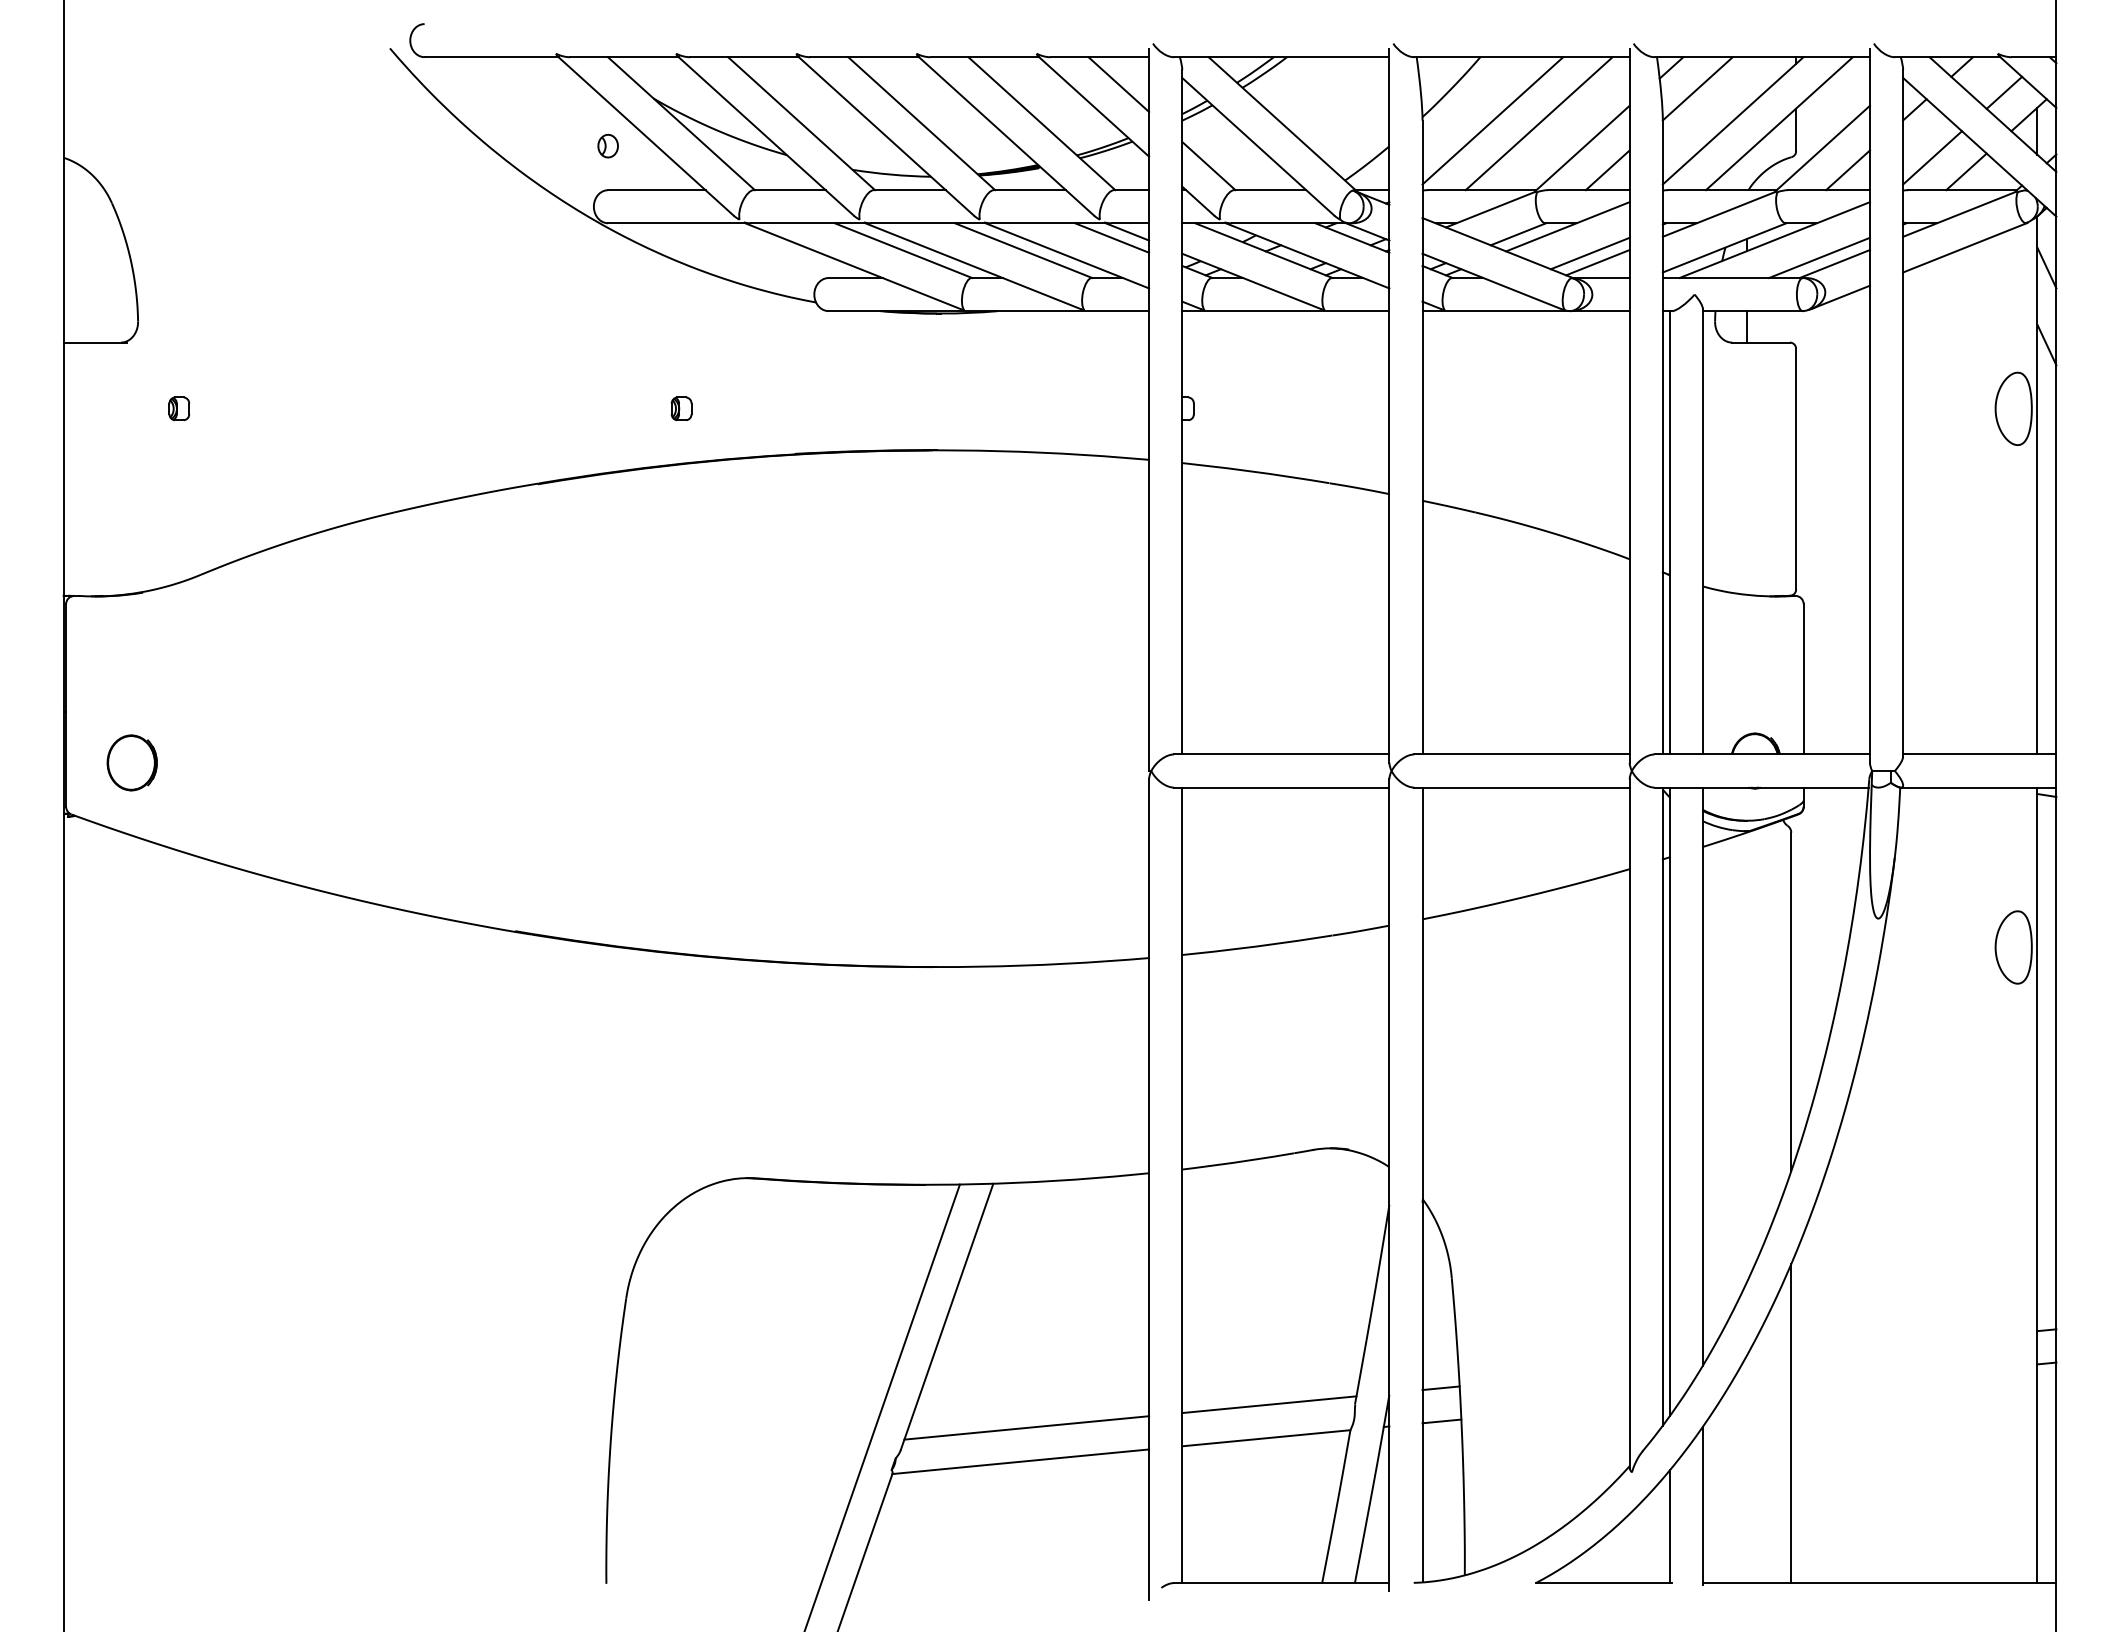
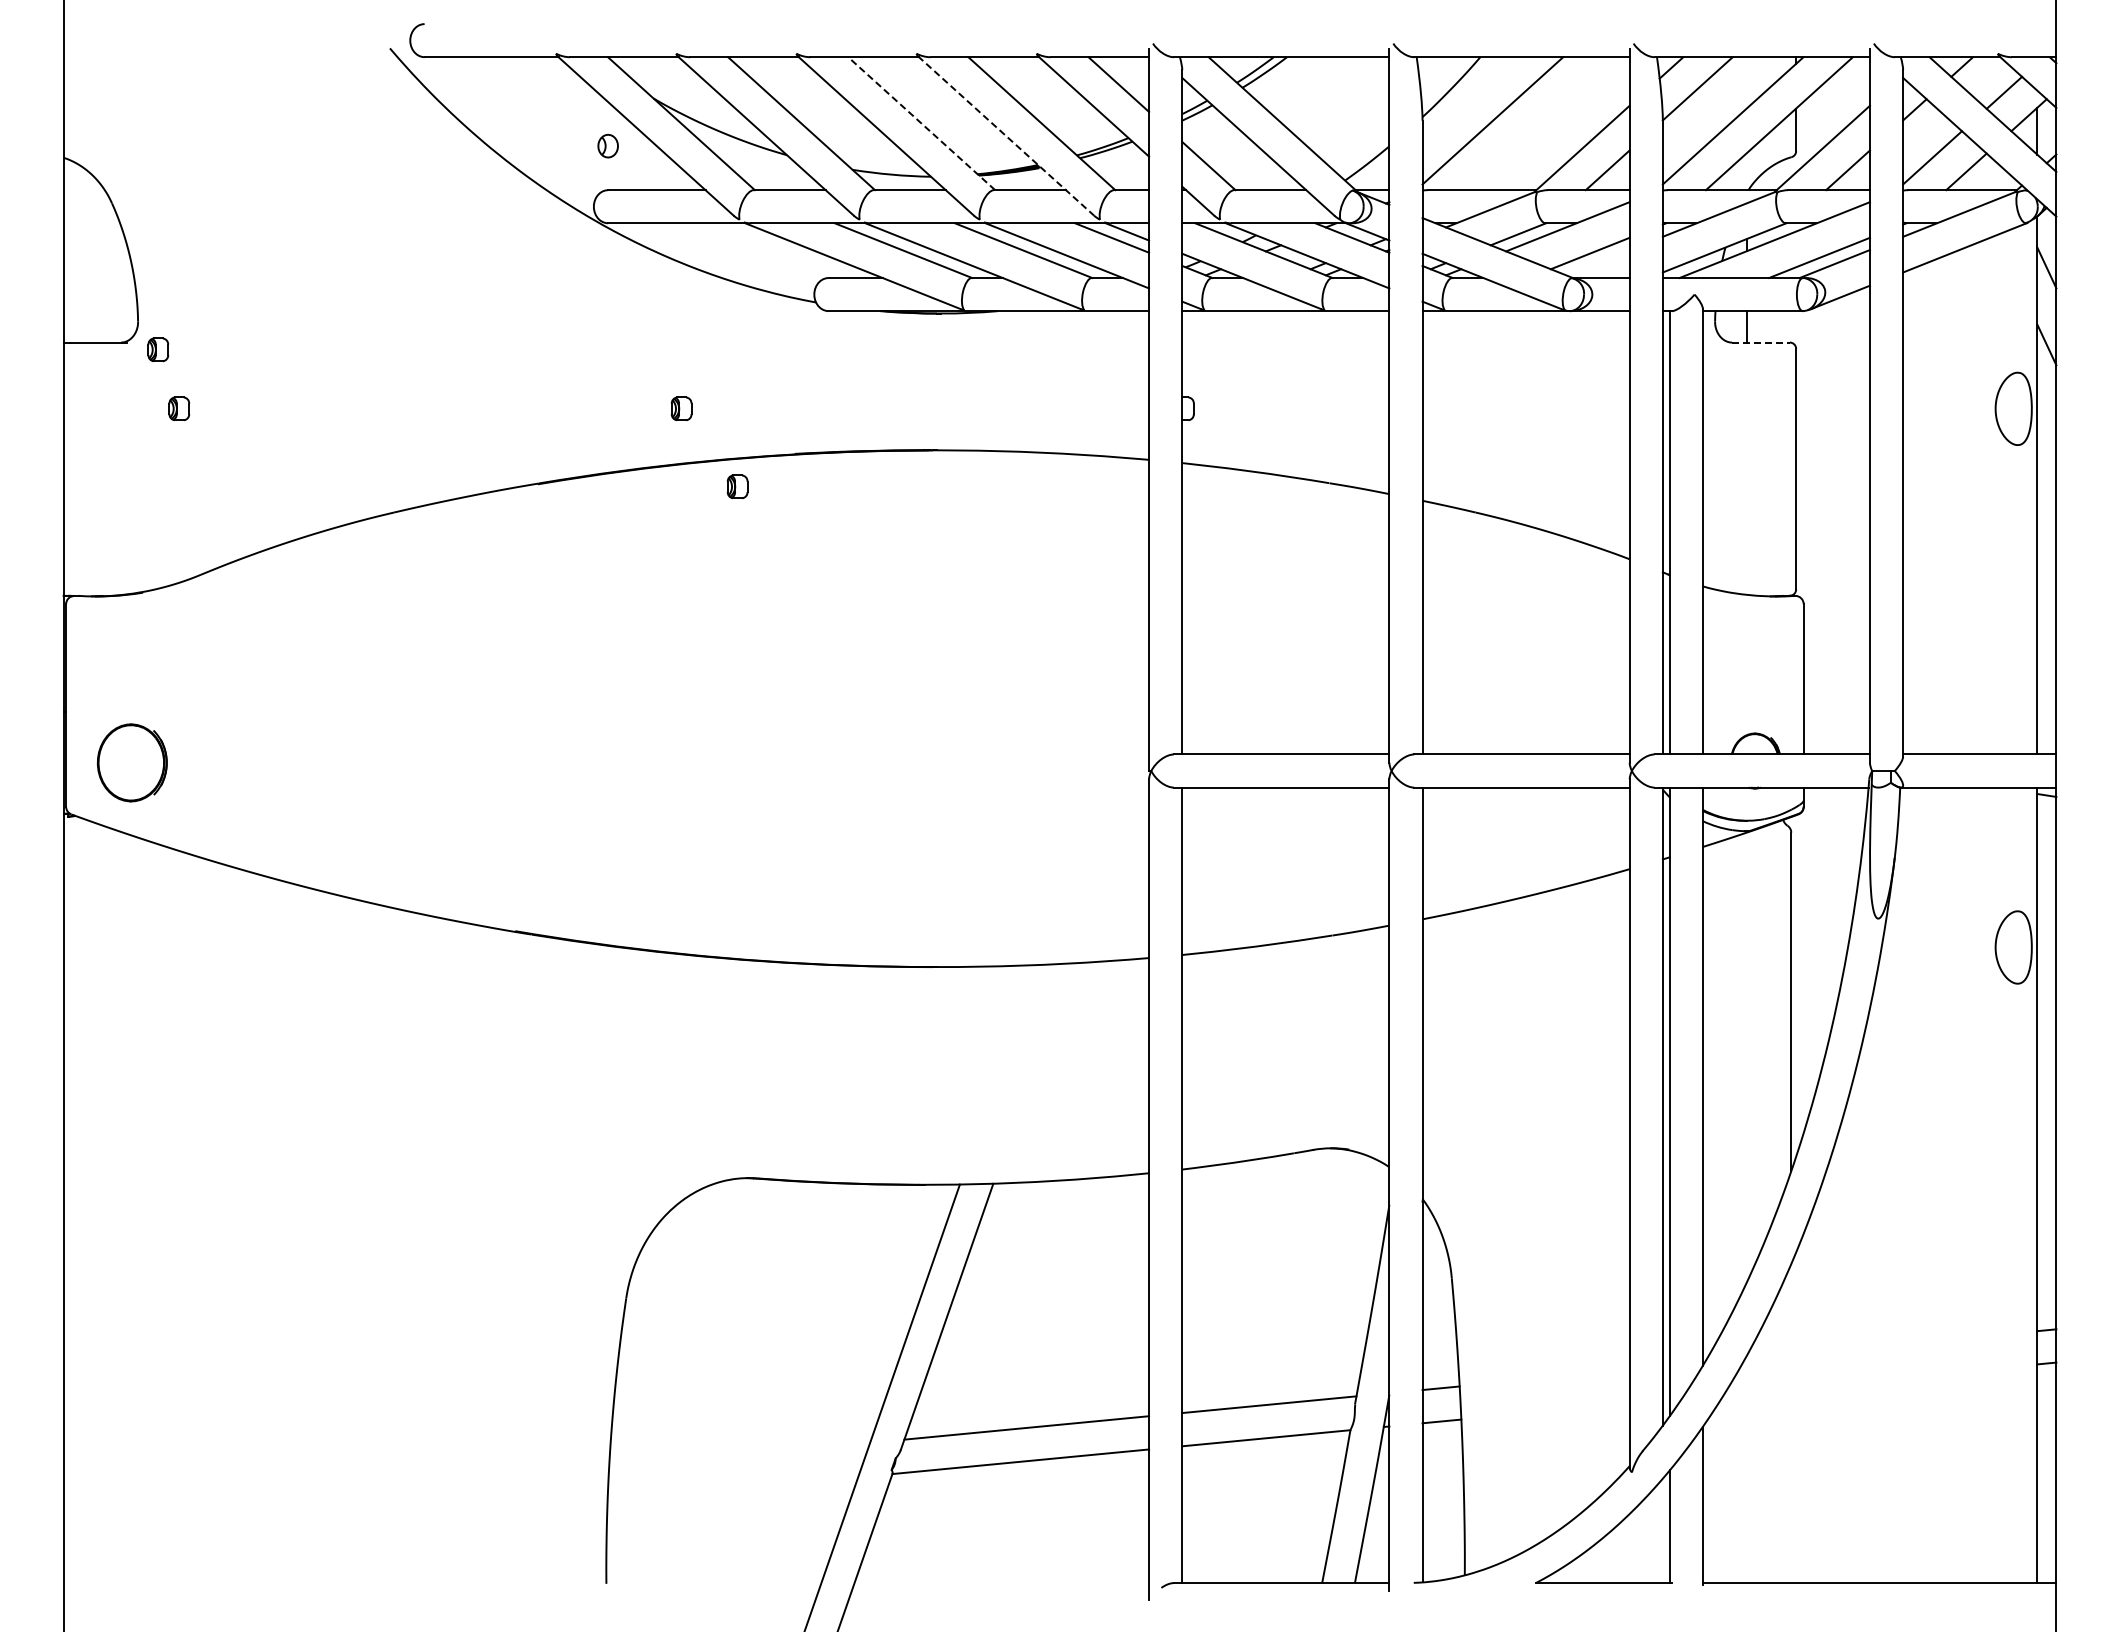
line at (921, 123): solid -> dashed
line at (1538, 123): present -> none
line at (1006, 135): solid -> dashed
line at (1597, 262): present -> none
line at (1761, 342): solid -> dashed
part at (158, 349): none -> present
part at (737, 486): none -> present
part at (131, 762) size: 52x58 px -> 72x80 px
line at (1791, 1423): present -> none
